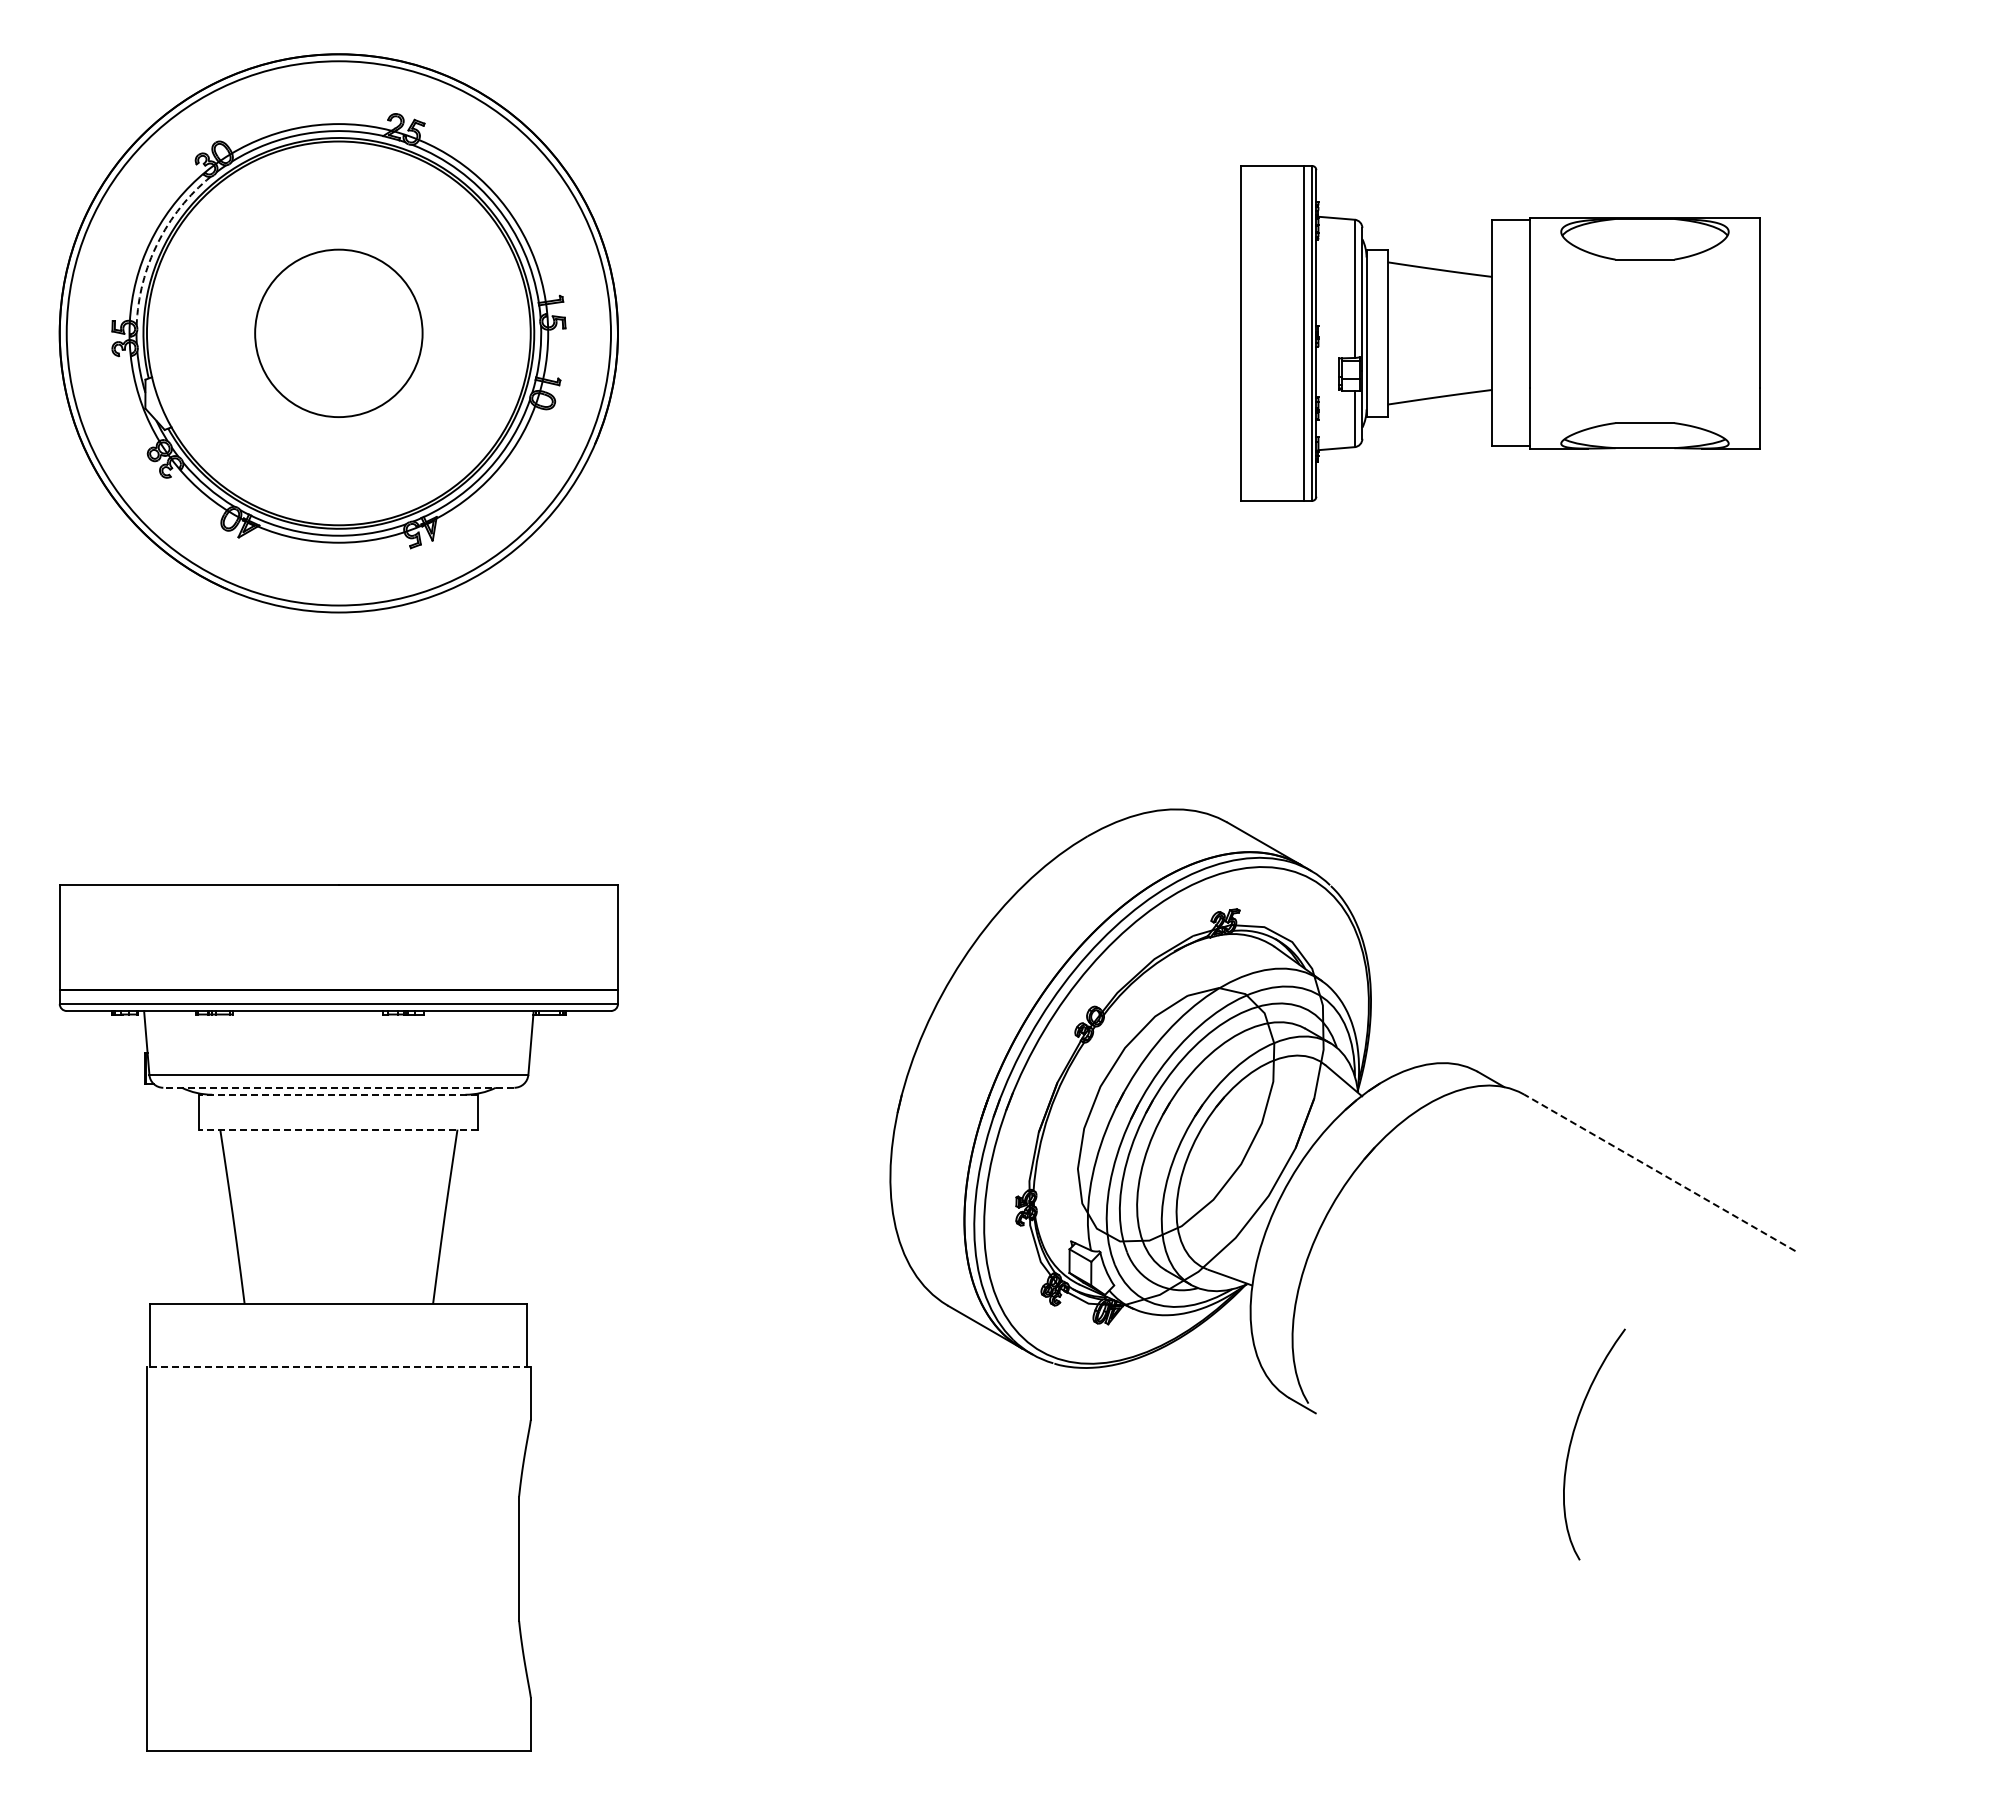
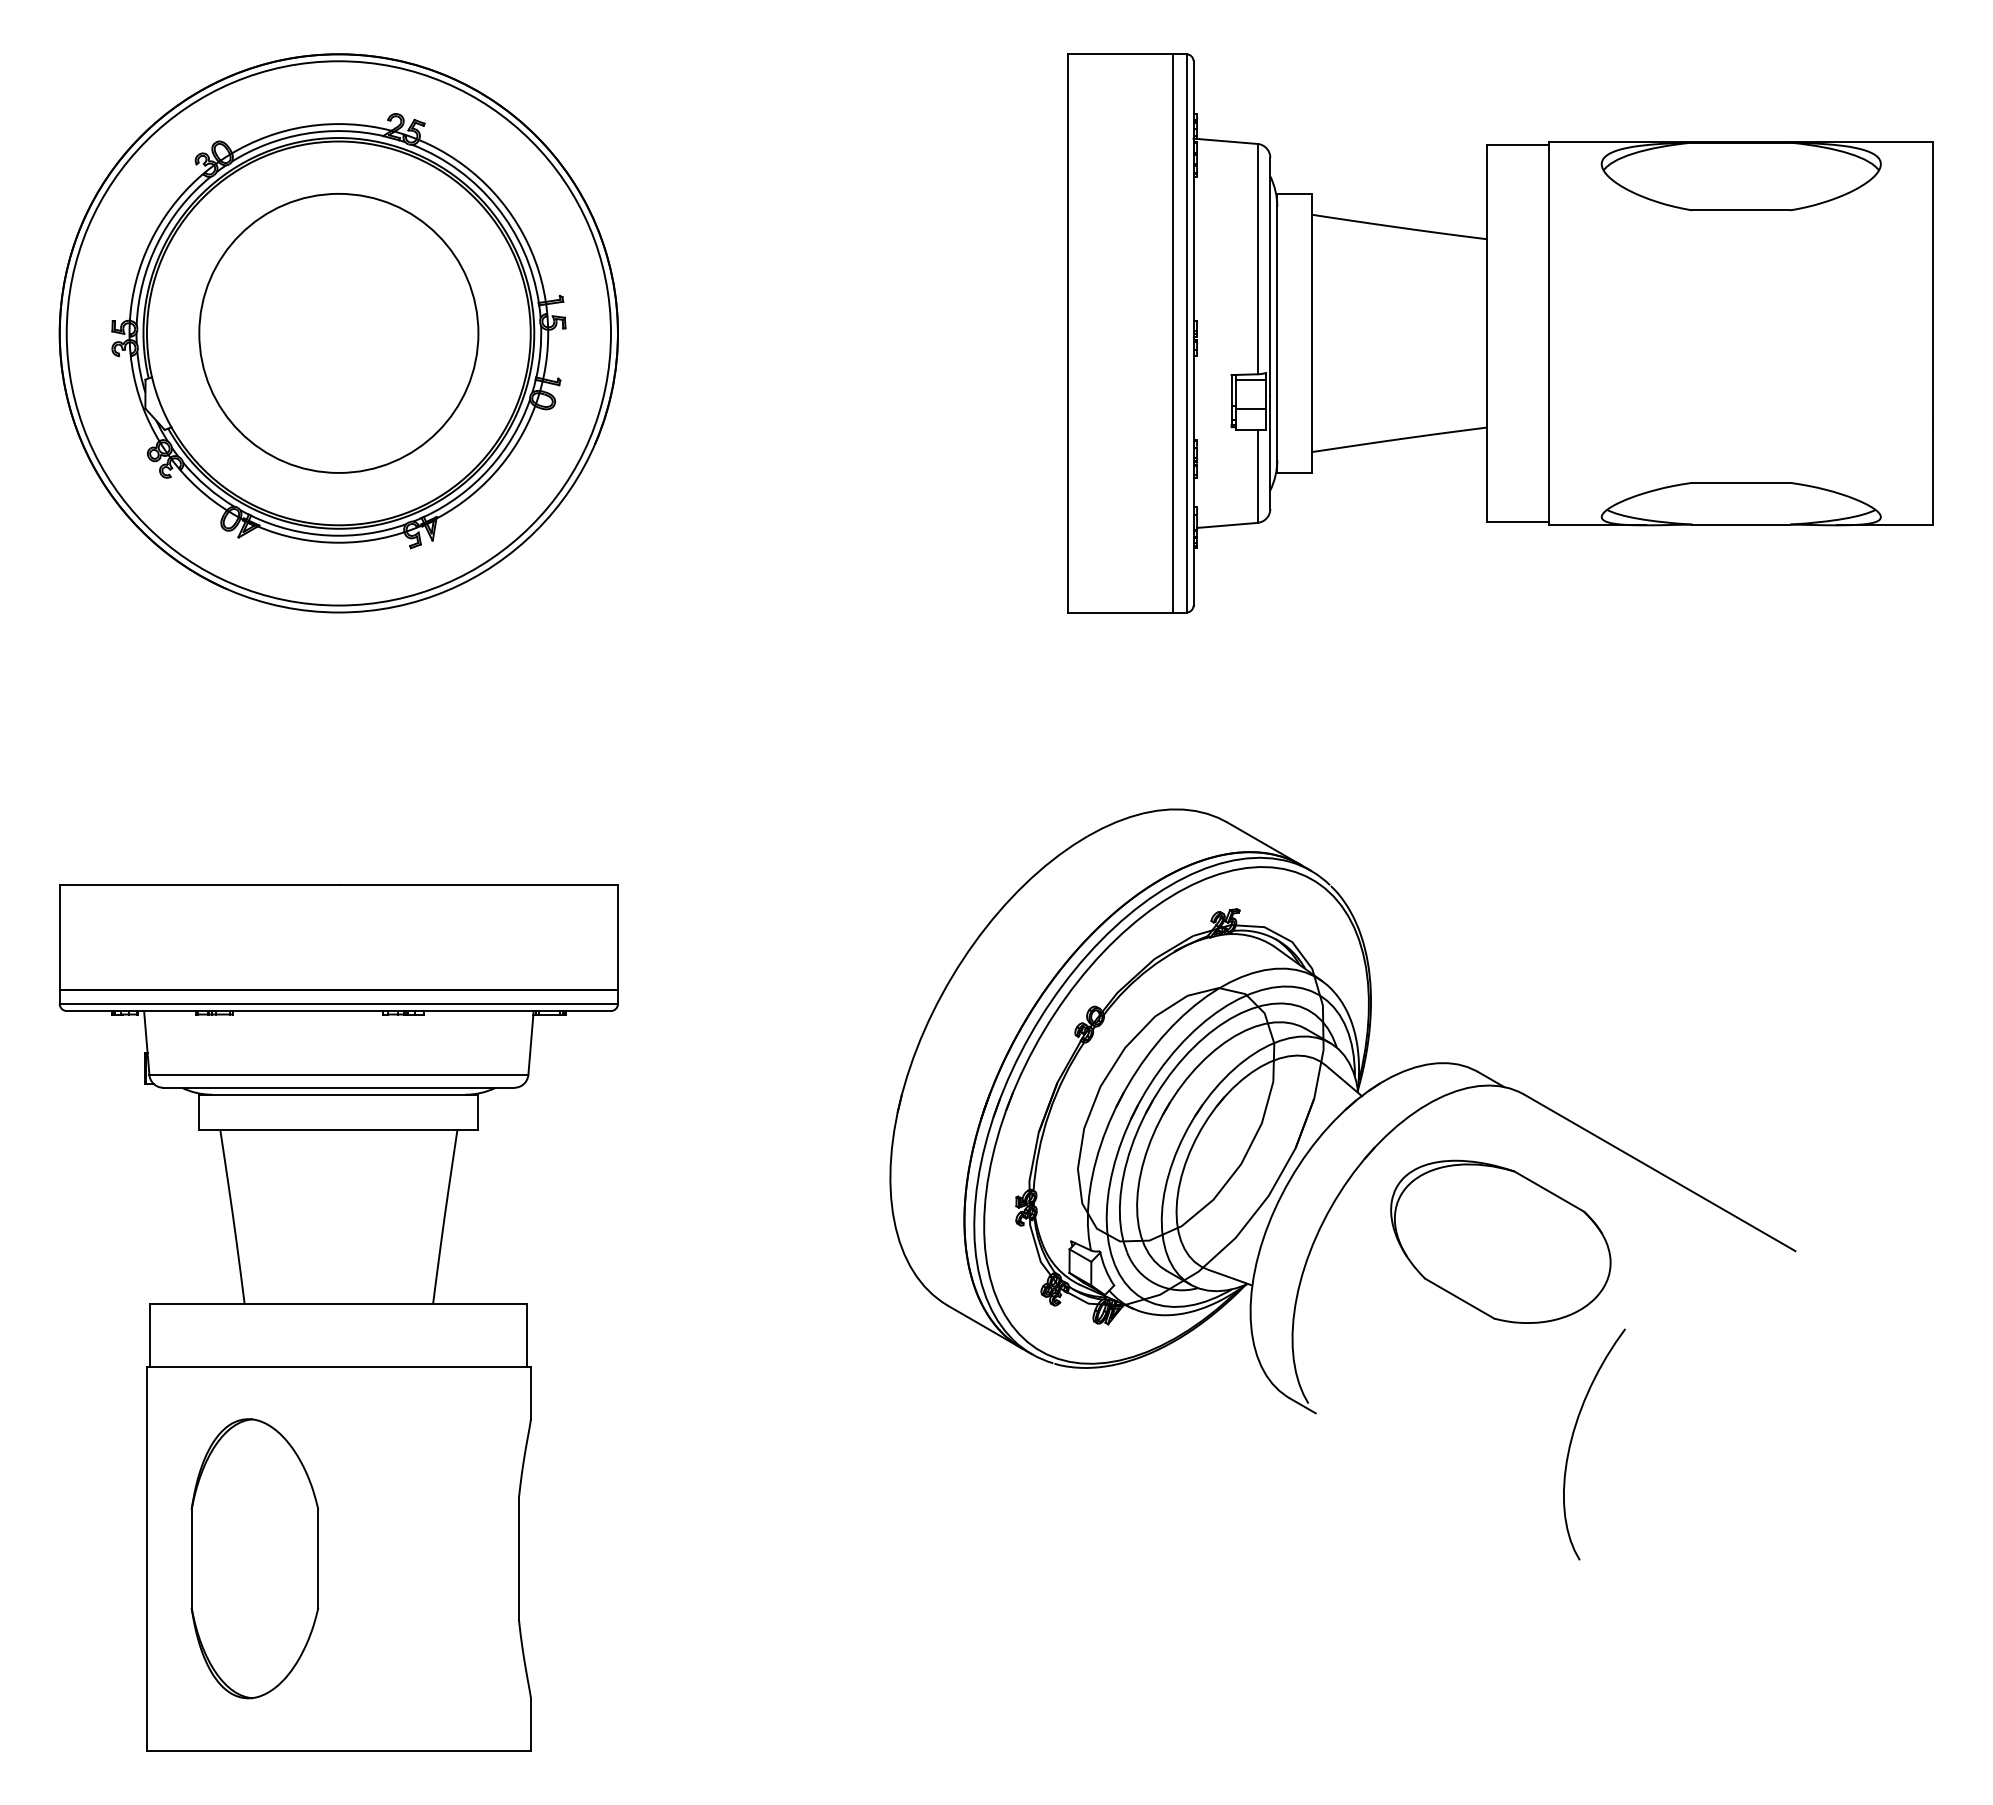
arc at (157, 243): dashed -> solid
circle at (338, 333) diameter: 167 px -> 279 px
part at (1500, 333) size: 521x337 px -> 867x561 px
line at (338, 1087): dashed -> solid
line at (338, 1094): dashed -> solid
line at (338, 1129): dashed -> solid
line at (1659, 1172): dashed -> solid
part at (1500, 1241): none -> present
line at (338, 1366): dashed -> solid
part at (254, 1558): none -> present
